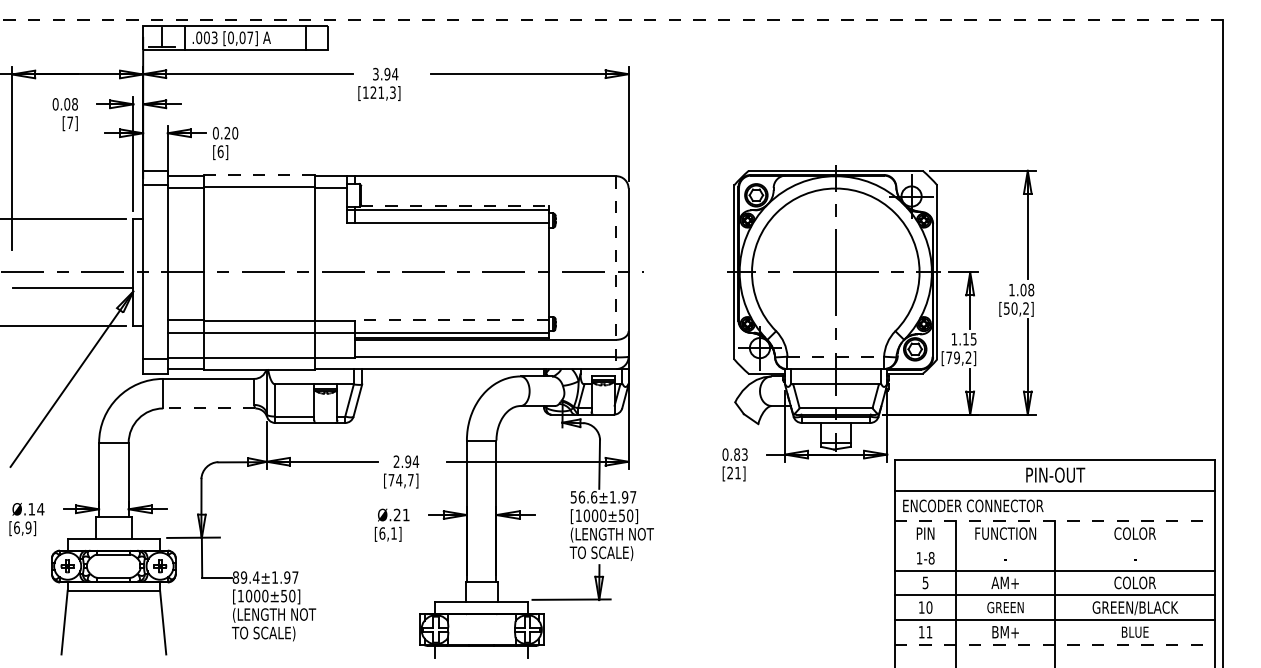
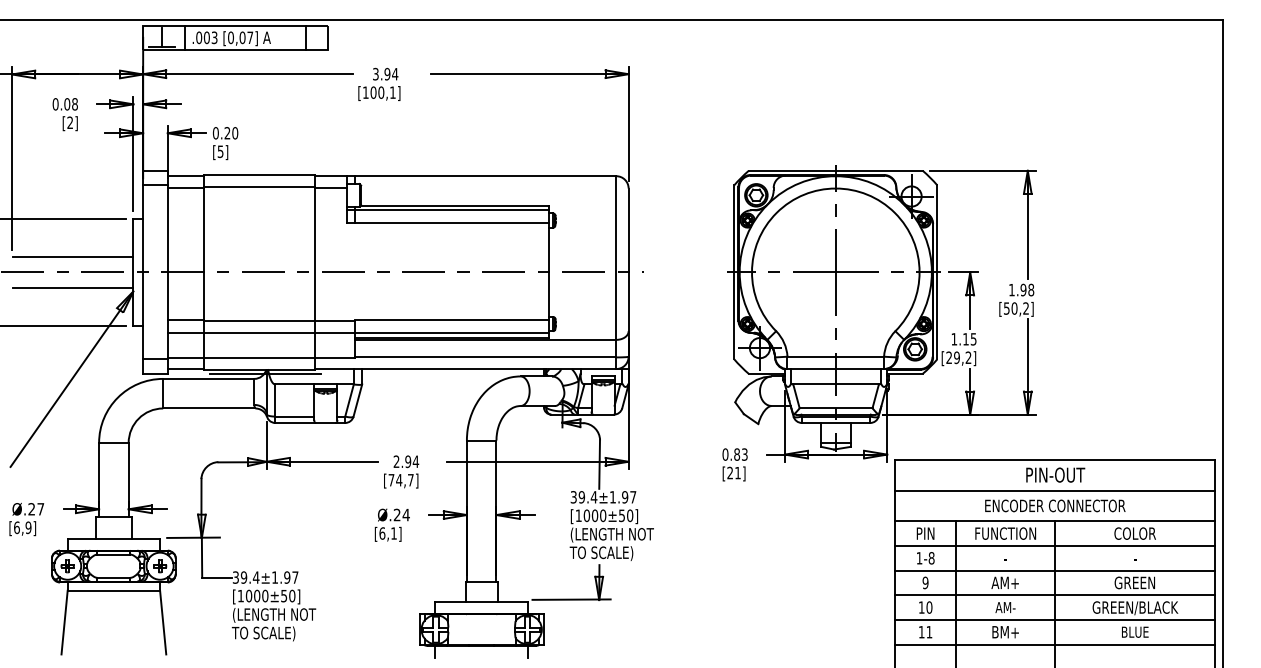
line at (612, 20): dashed -> solid
text at (382, 92): [121,3] -> [100,1]
text at (69, 122): [7] -> [2]
text at (220, 151): [6] -> [5]
line at (258, 174): dashed -> solid
line at (455, 205): dashed -> solid
line at (73, 256): none -> present
line at (616, 273): dashed -> solid
text at (1023, 290): 1.08 -> 1.98
line at (451, 320): dashed -> solid
line at (836, 356): dashed -> solid
text at (948, 357): [79,2] -> [29,2]
line at (265, 373): none -> present
line at (208, 408): dashed -> solid
text at (584, 497): 56.6±1.97 -> 39.4±1.97
text at (973, 505) position: (973, 505) -> (1055, 505)
text at (36, 509): Ø.14 -> Ø.27
text at (405, 515): Ø.21 -> Ø.24
line at (1055, 521): dashed -> solid
line at (1054, 545): none -> present
text at (235, 577): 89.4±1.97 -> 39.4±1.97
text at (925, 582): 5 -> 9
text at (1134, 582): COLOR -> GREEN
text at (1005, 607): GREEN -> AM-
line at (1055, 644): dashed -> solid
